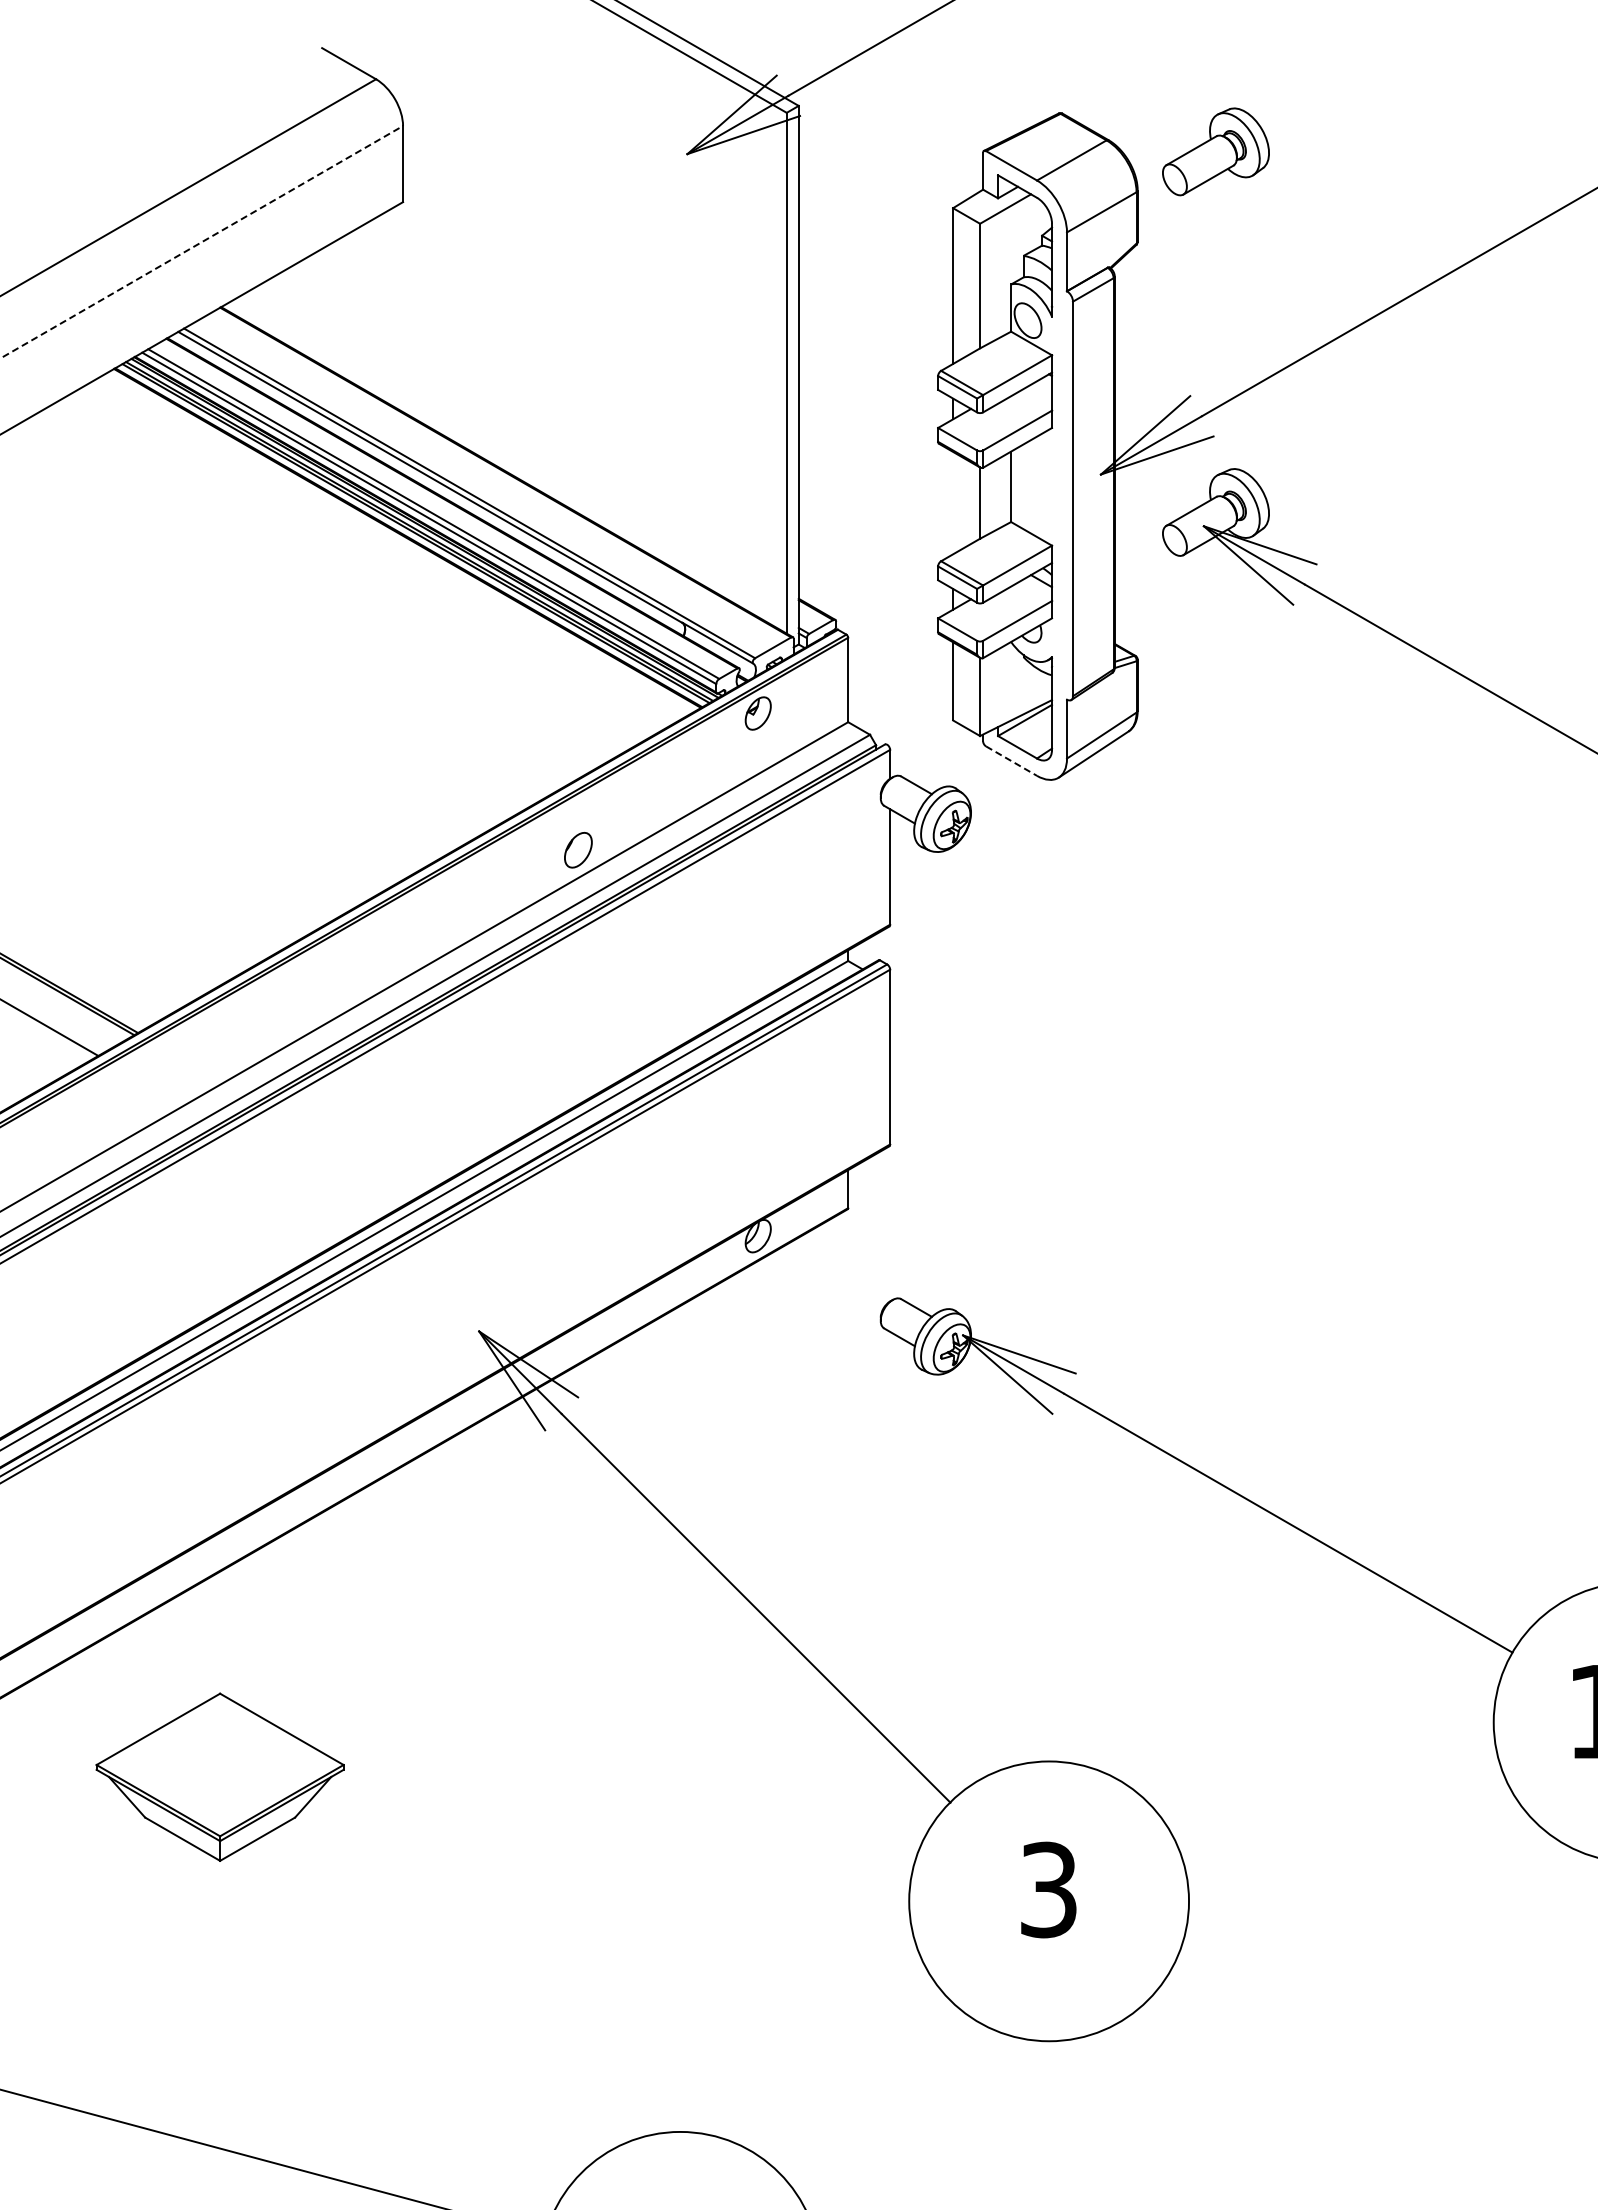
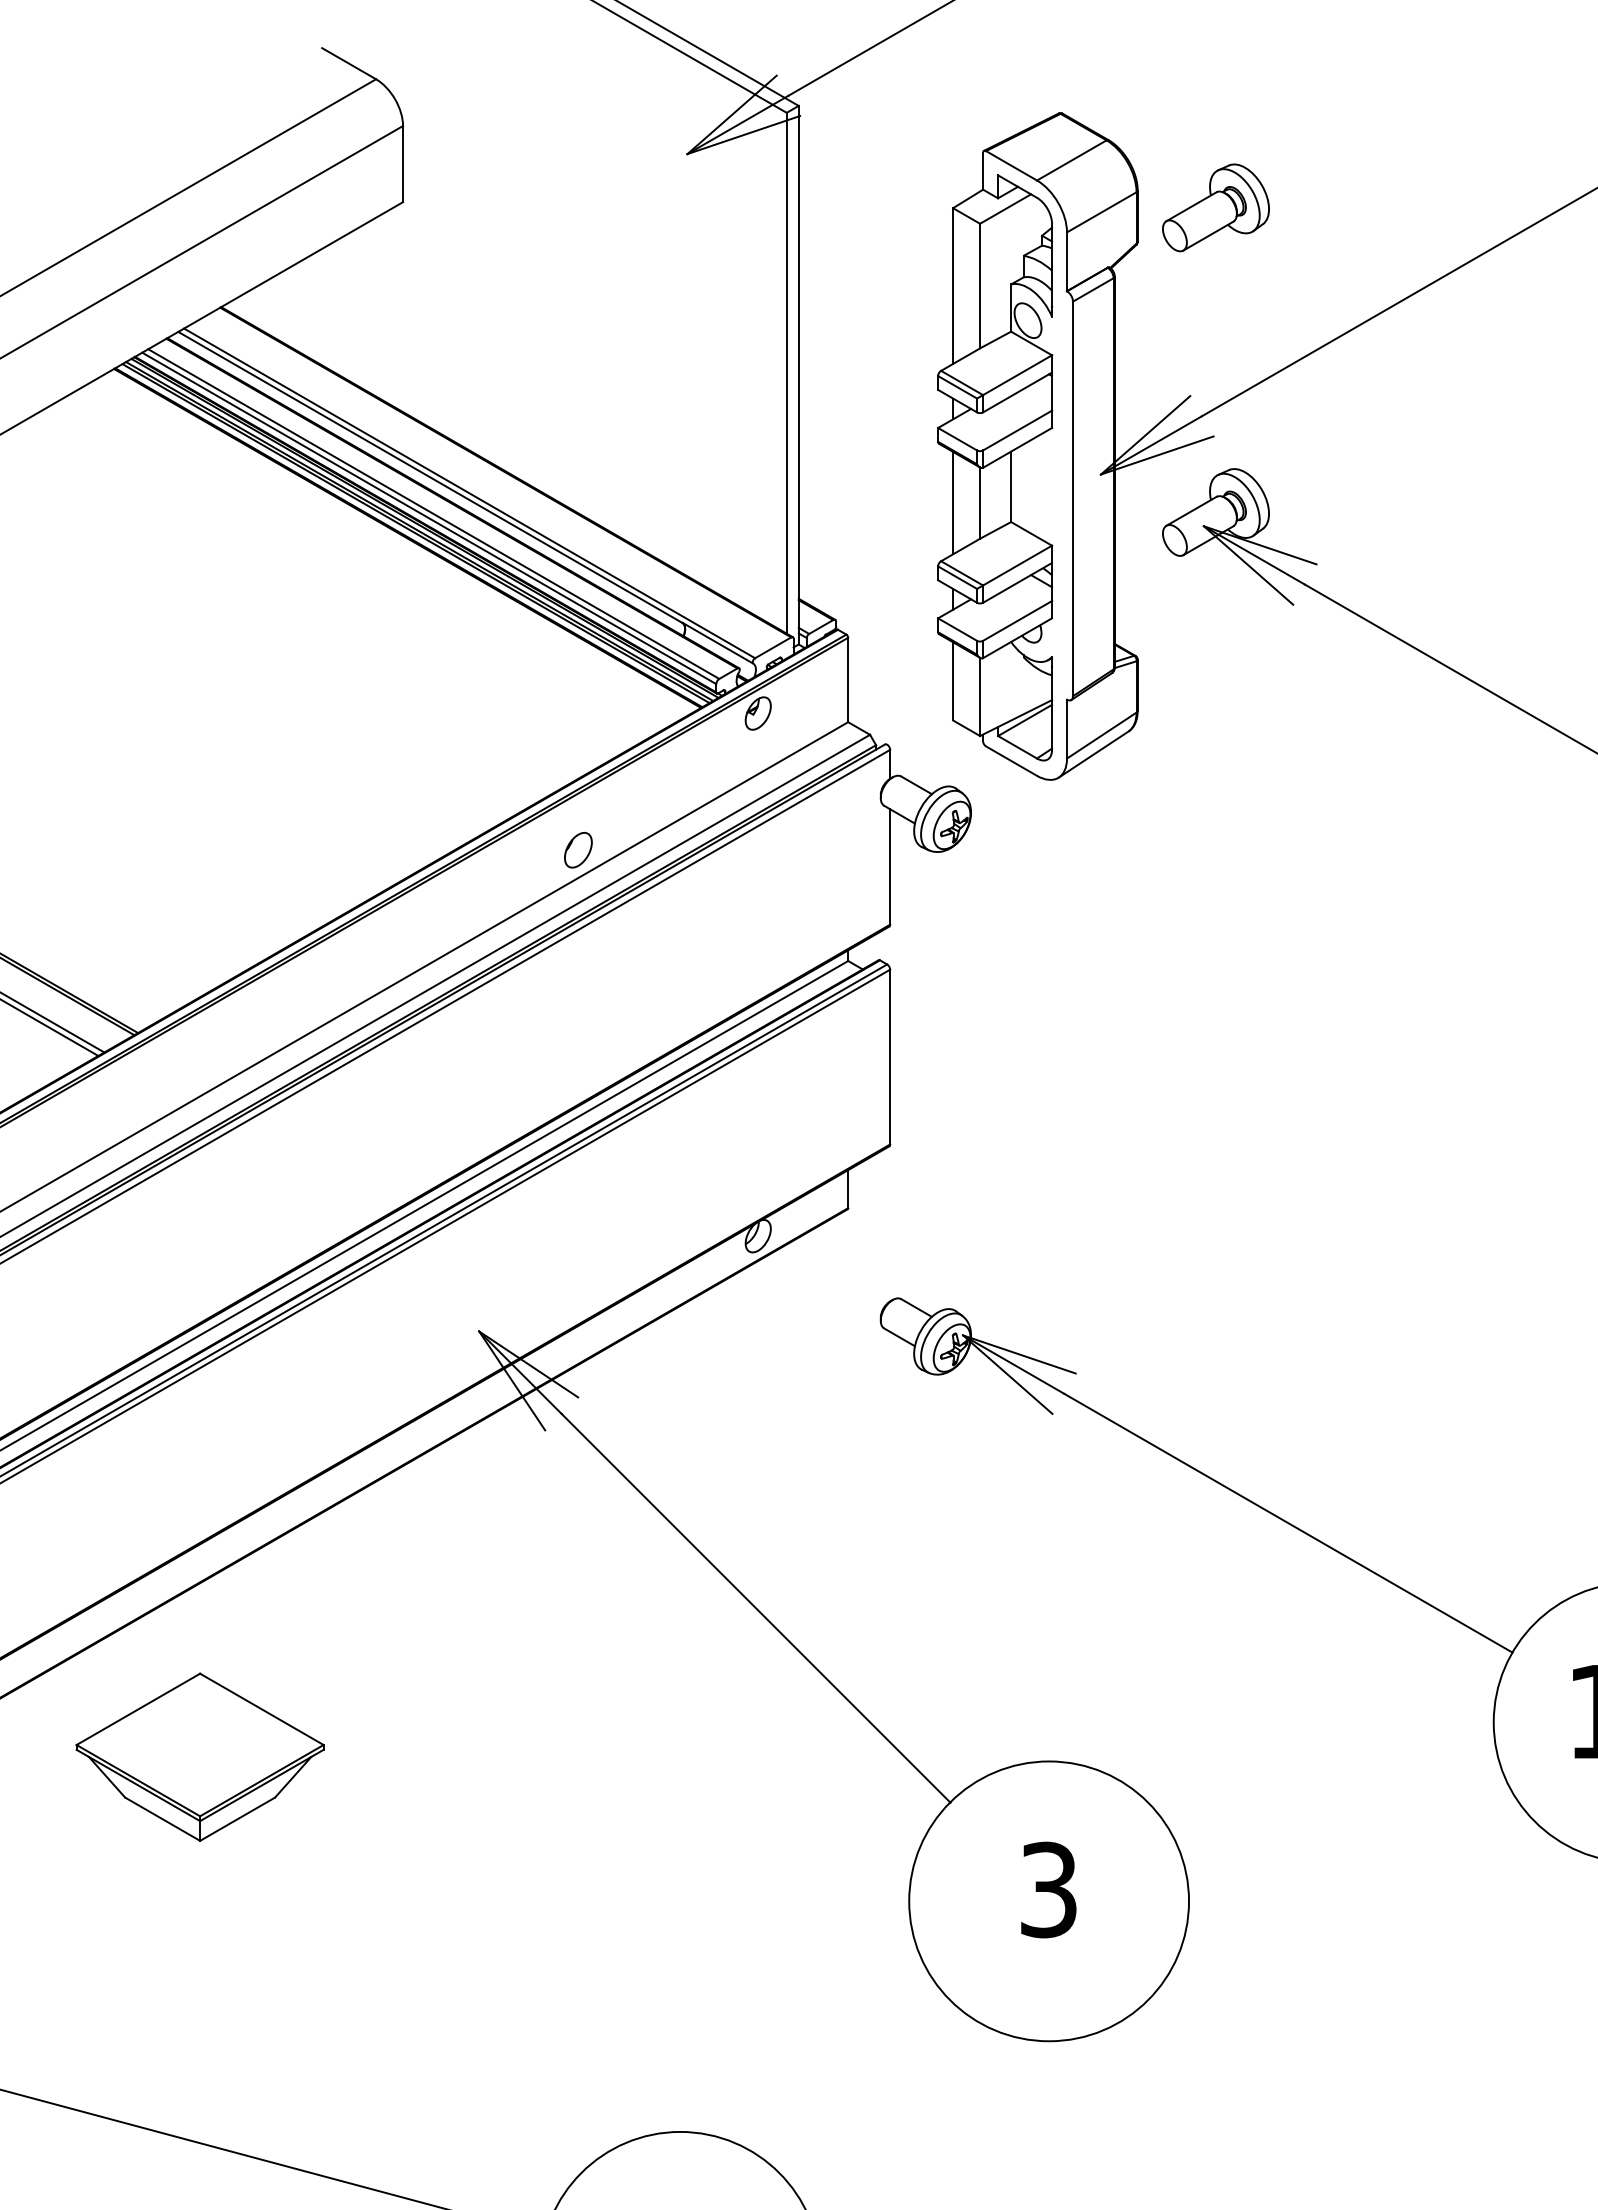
part at (1215, 151) position: (1215, 151) -> (1215, 207)
line at (202, 241): dashed -> solid
line at (953, 502): none -> present
line at (1012, 761): dashed -> solid
line at (53, 1022): none -> present
part at (219, 1776) position: (219, 1776) -> (199, 1756)
